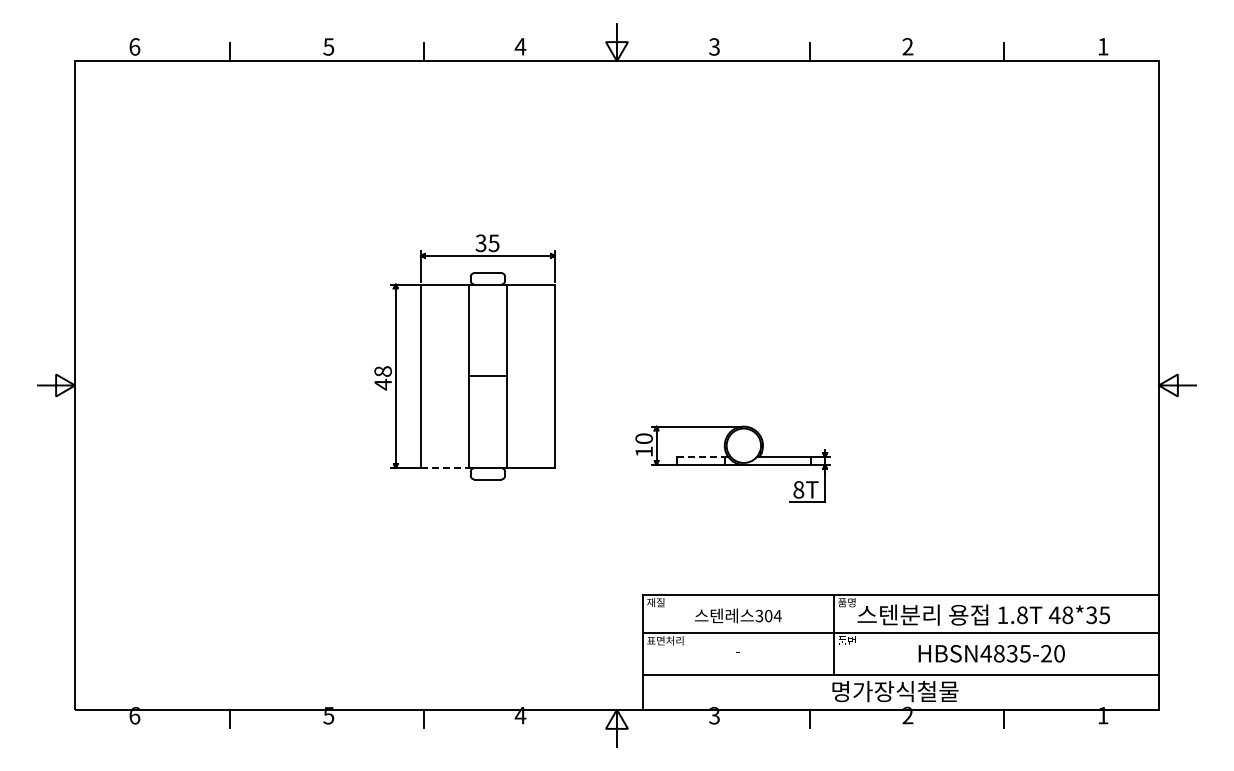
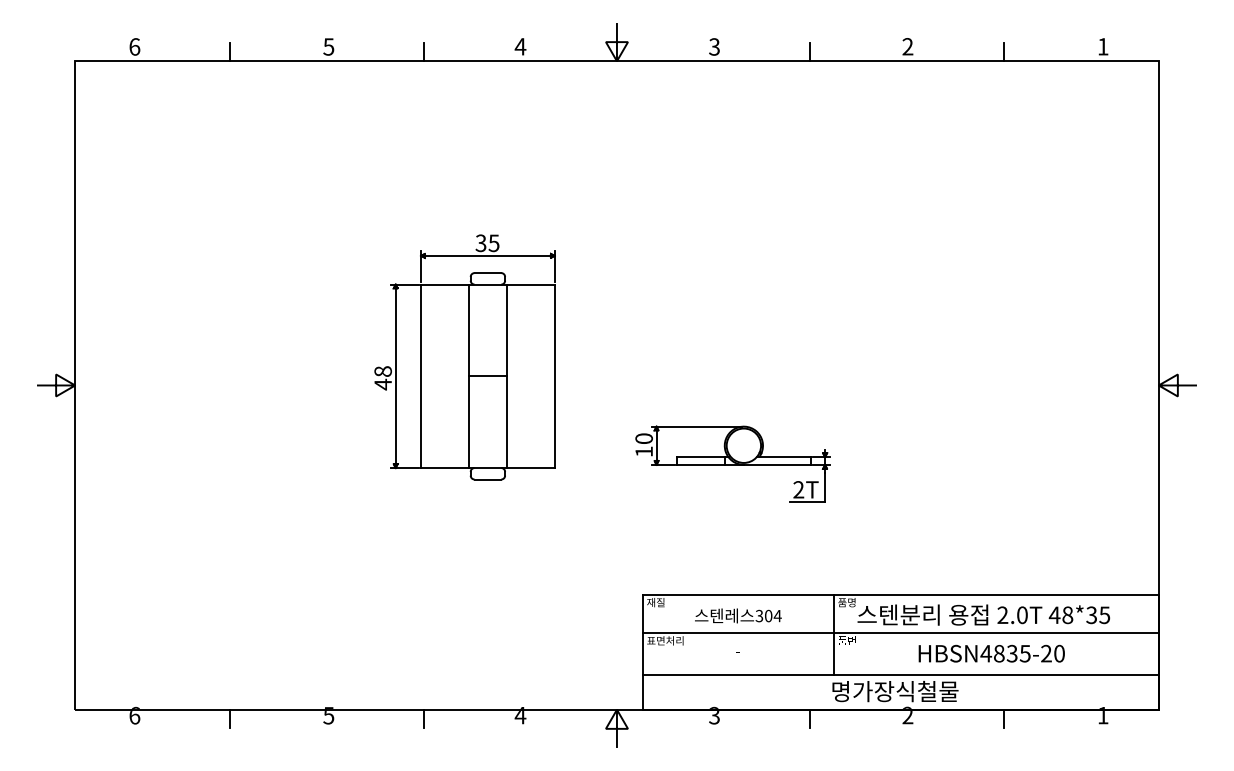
line at (700, 457): dashed -> solid
line at (444, 468): dashed -> solid
text at (798, 489): 8T -> 2T
text at (1012, 614): 1.8T -> 2.0T
